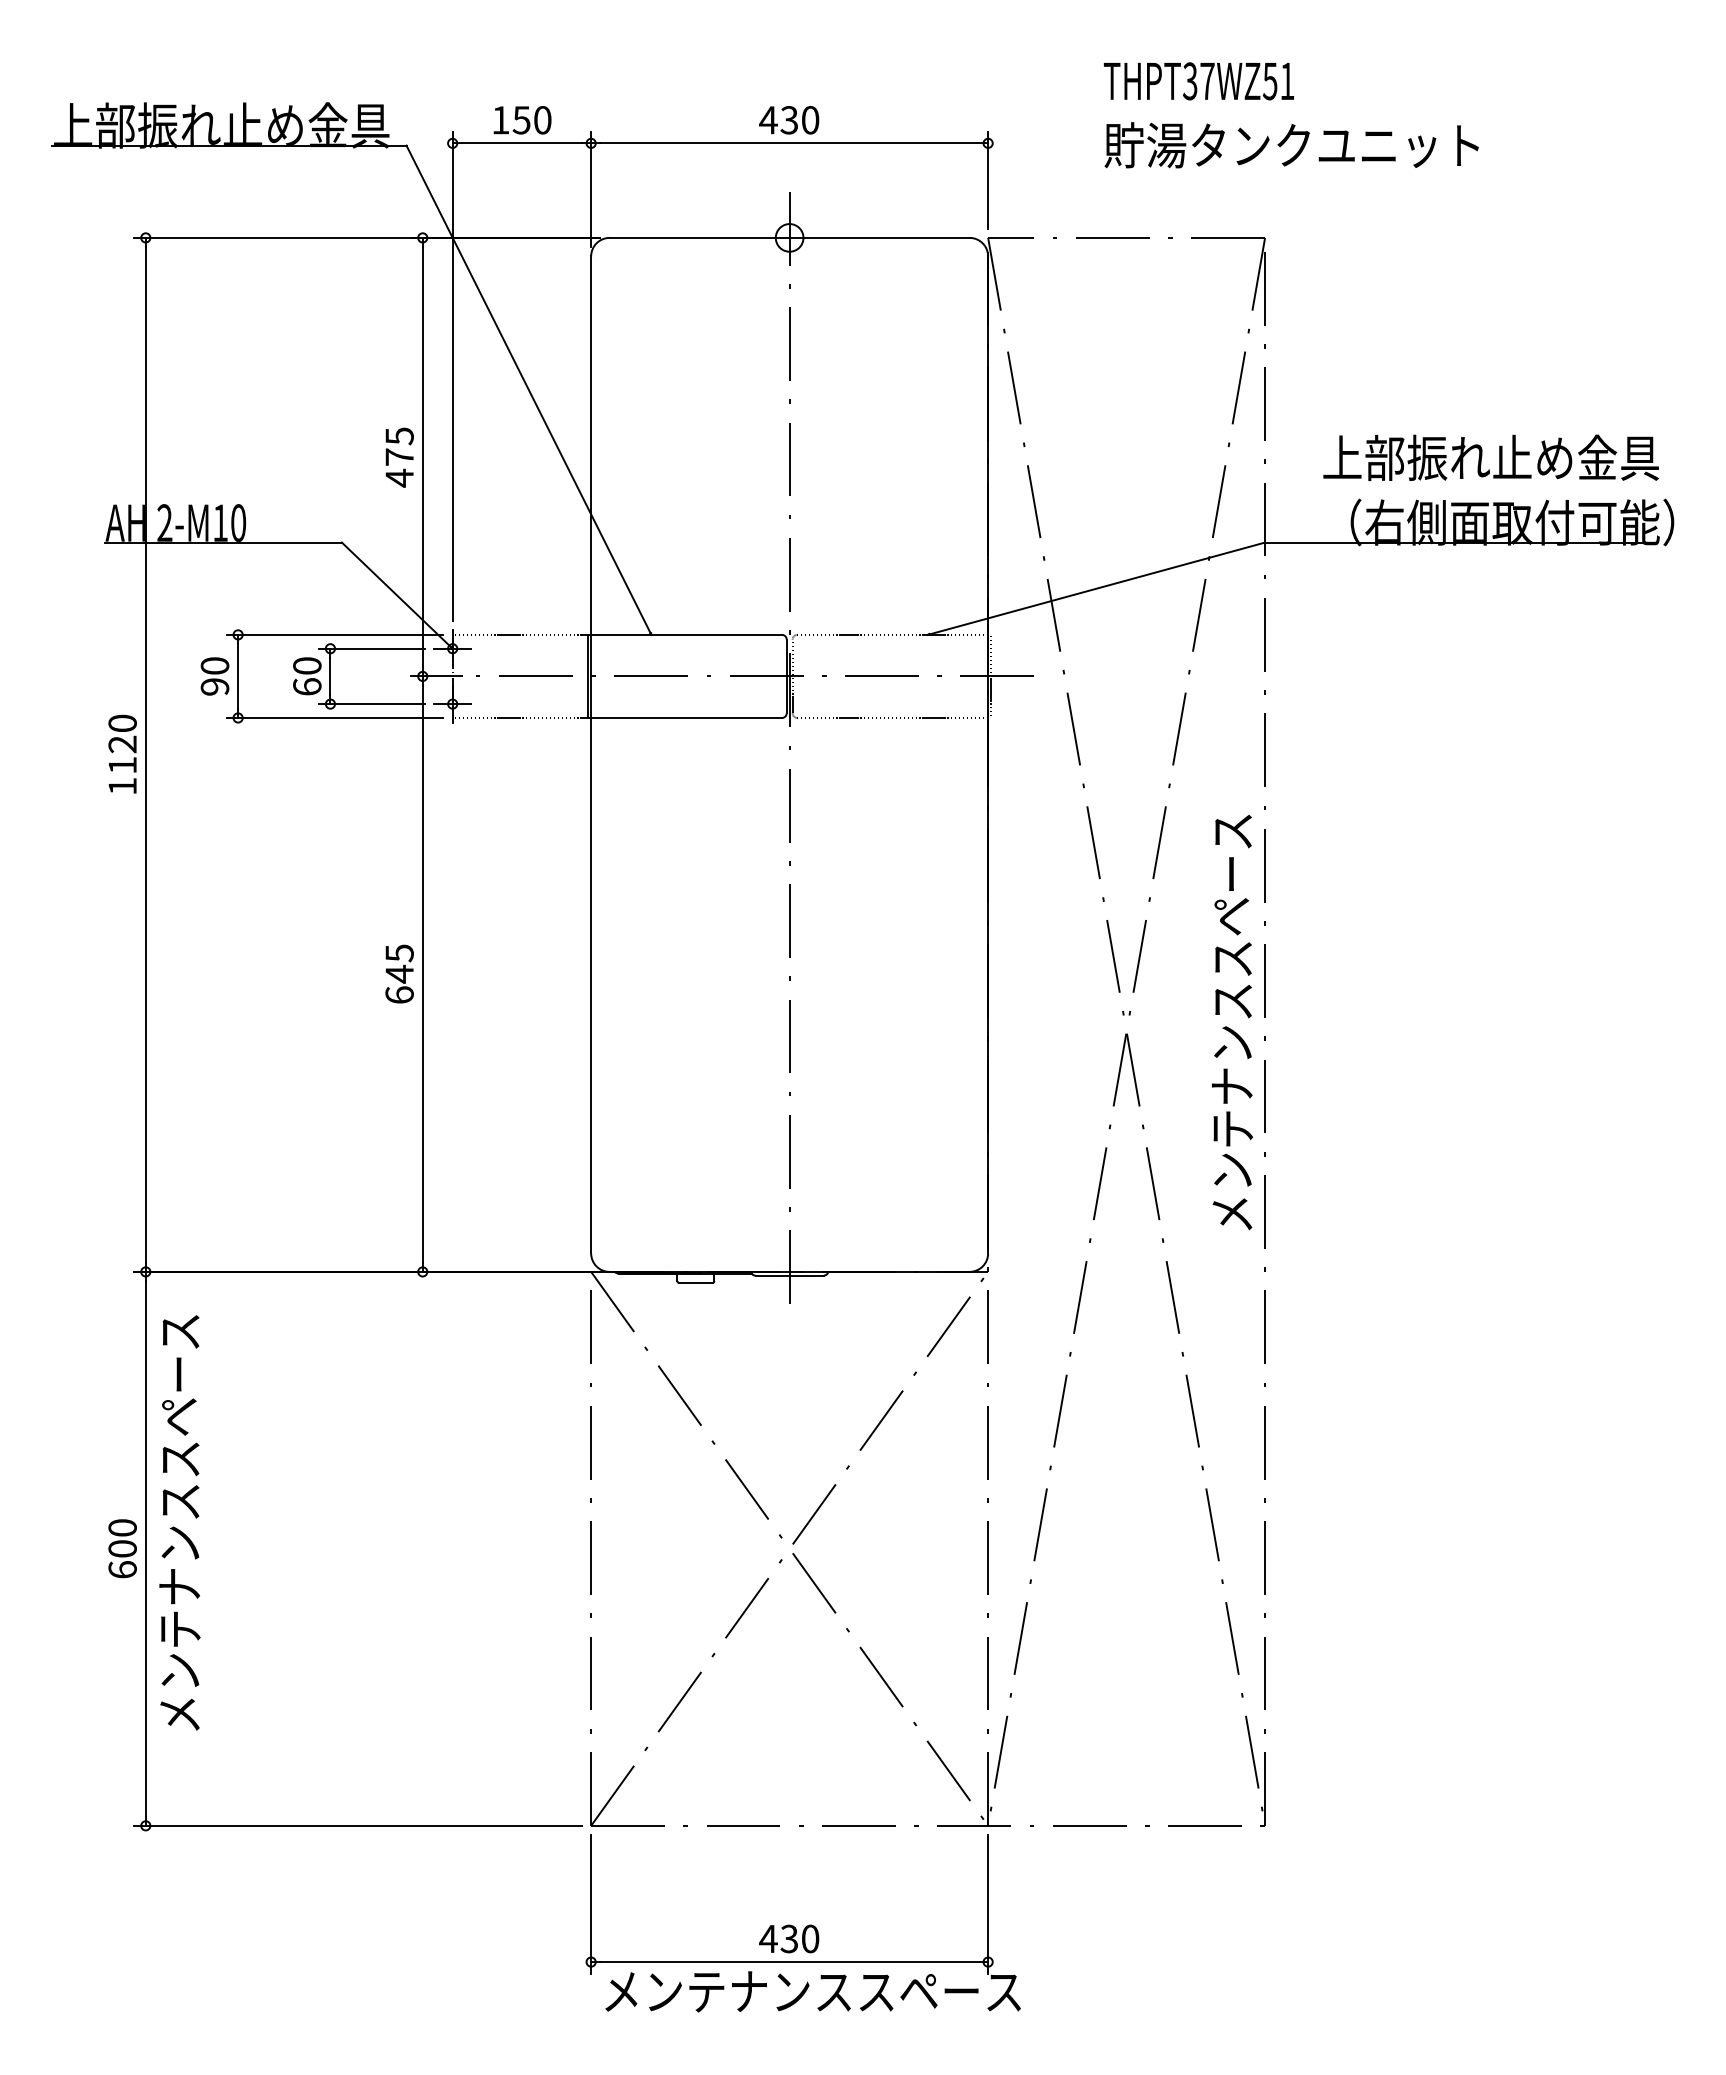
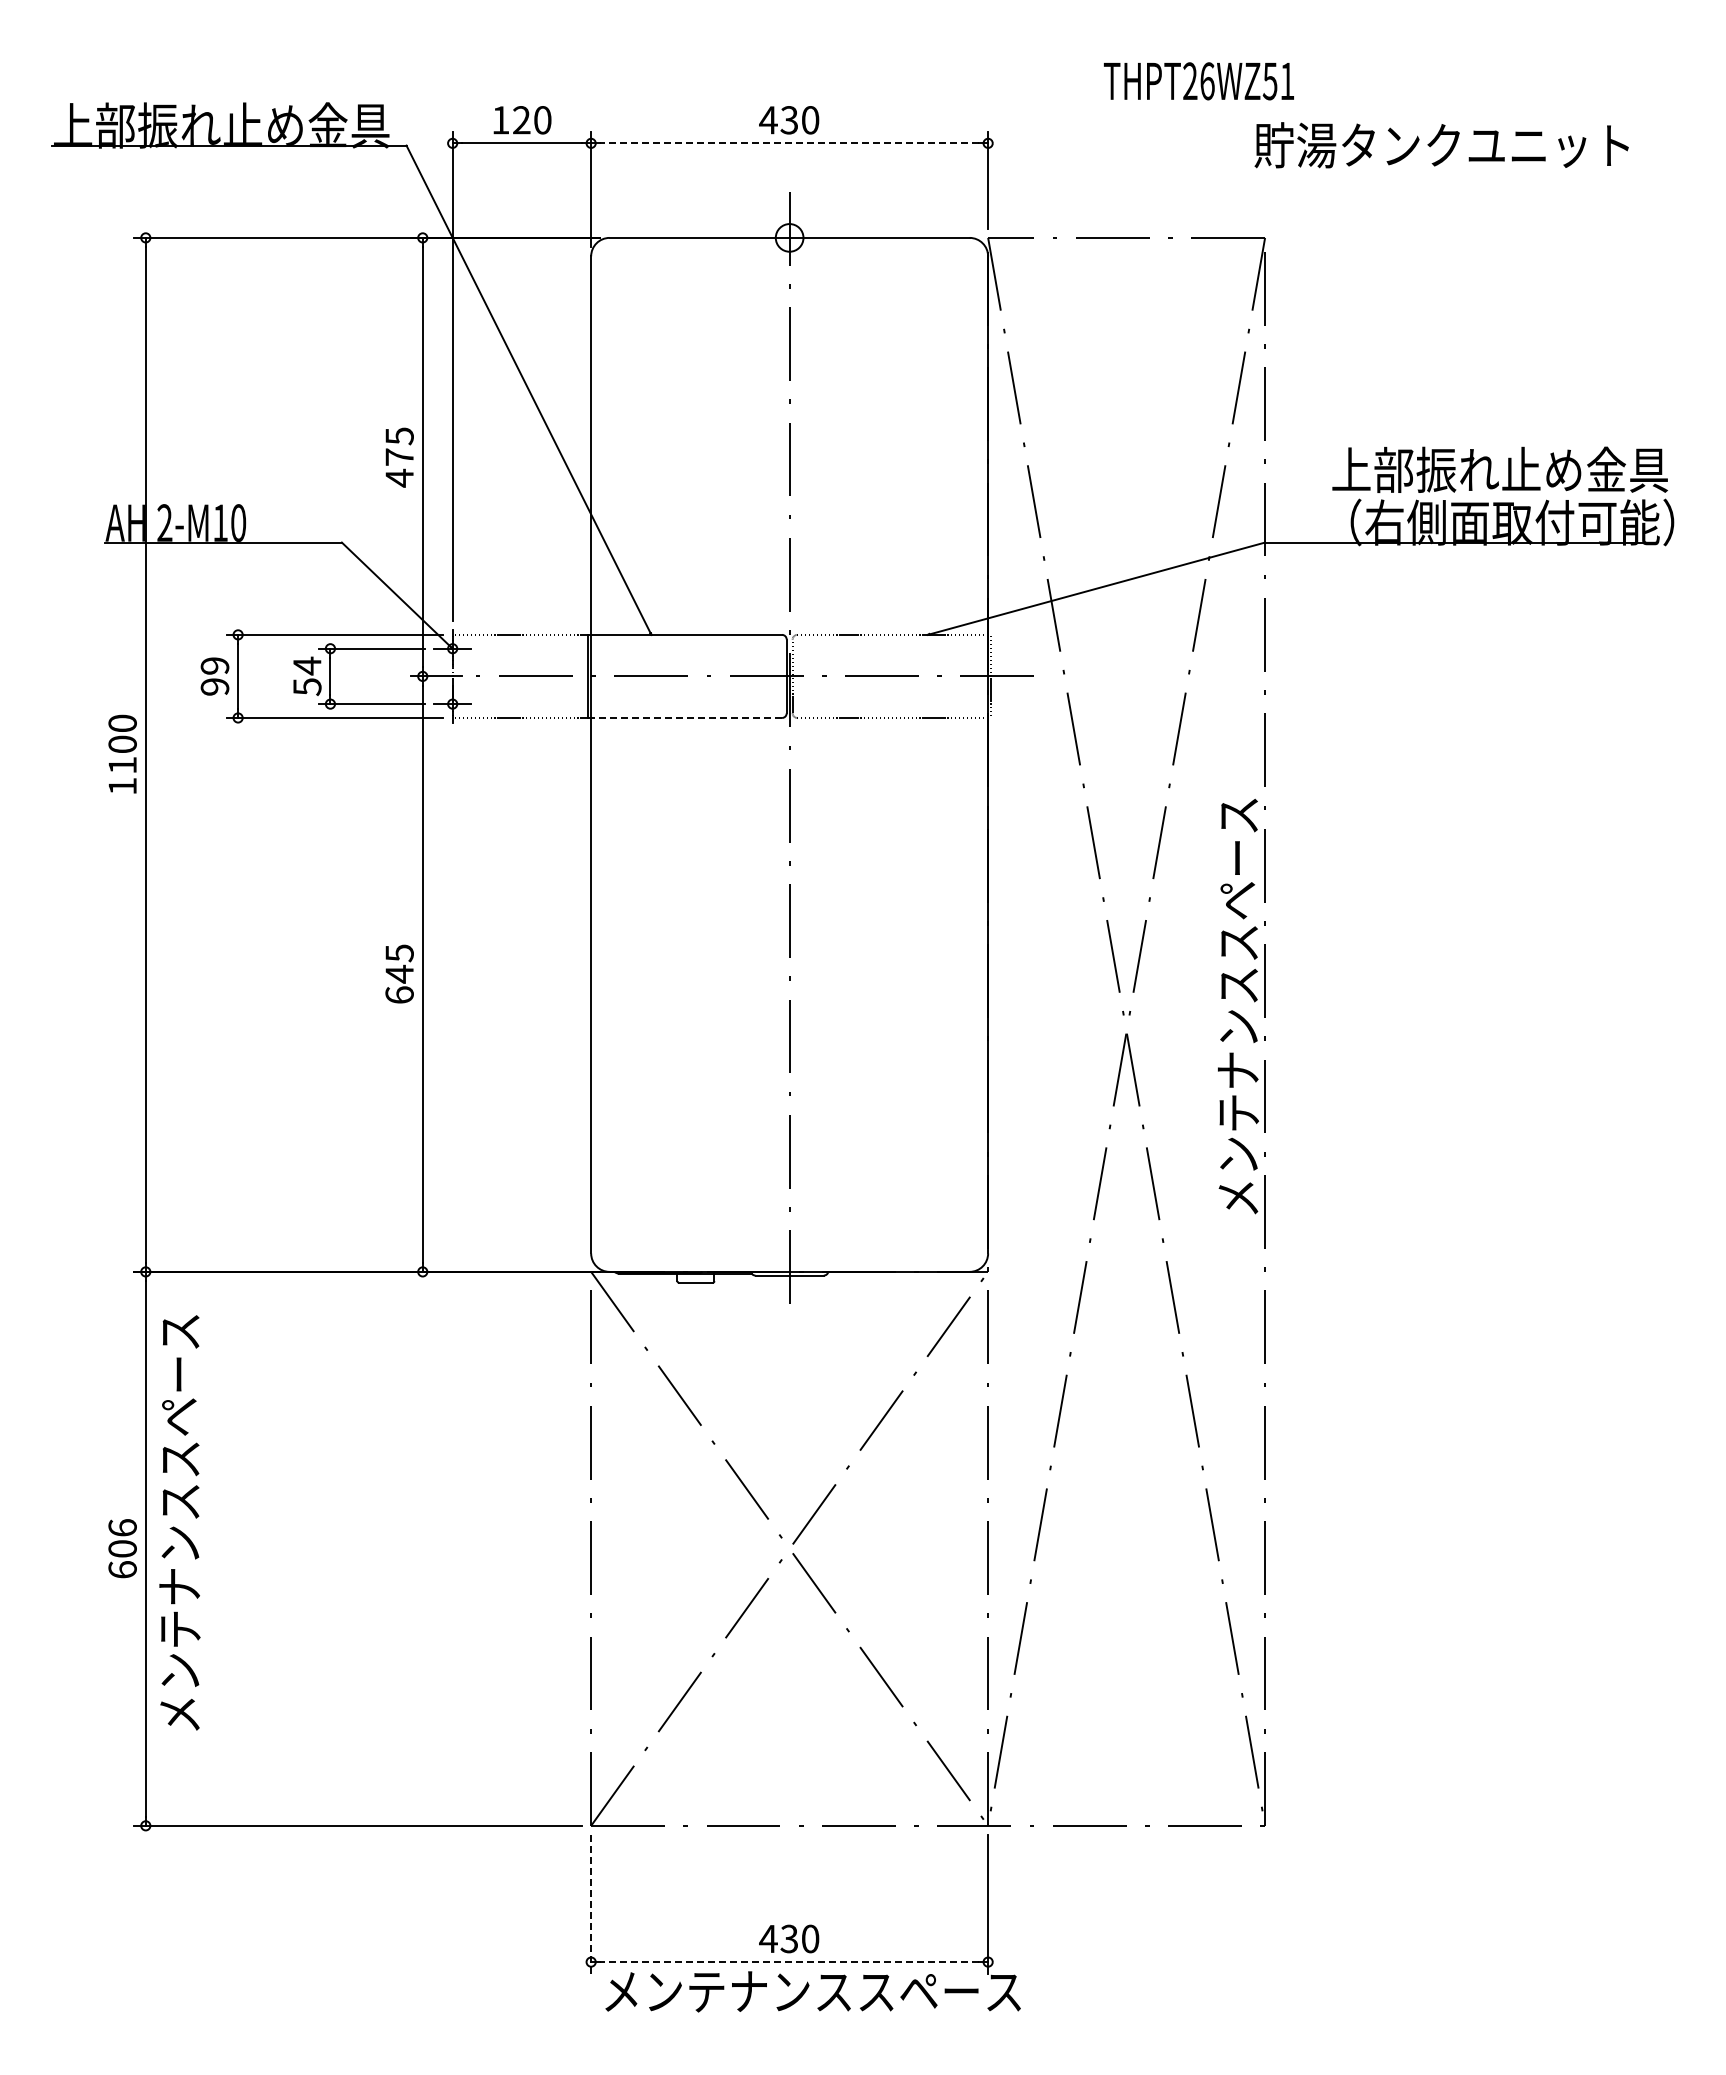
text at (1198, 81): THPT37WZ51 -> THPT26WZ51
text at (521, 120): 150 -> 120
line at (789, 143): solid -> dashed
text at (1291, 145) position: (1291, 145) -> (1441, 145)
text at (1490, 457) position: (1490, 457) -> (1499, 469)
text at (214, 665): 90 -> 99
text at (307, 675): 60 -> 54
line at (685, 717): solid -> dashed
text at (122, 744): 1120 -> 1100
text at (1232, 1022) position: (1232, 1022) -> (1238, 1006)
text at (122, 1527): 600 -> 606
line at (591, 1904): solid -> dashed
line at (789, 1962): solid -> dashed
